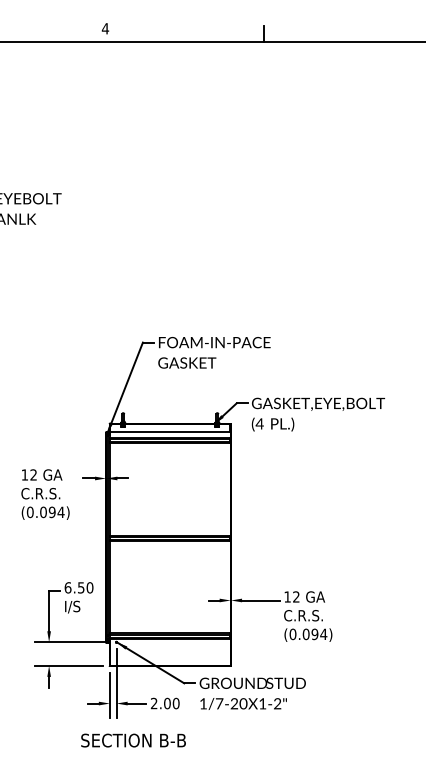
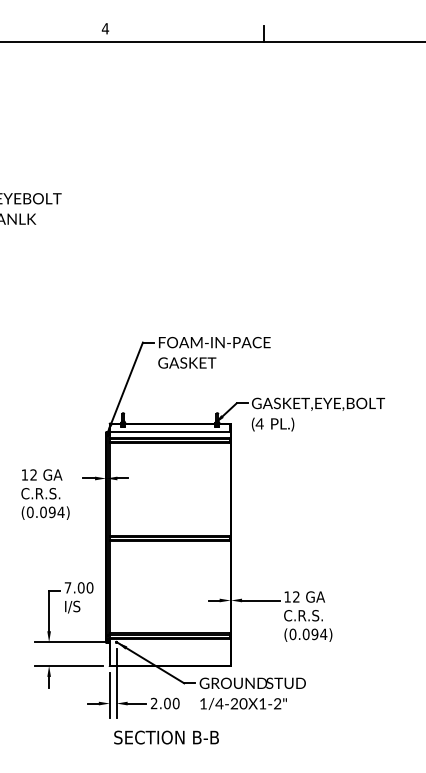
text at (74, 587): 6.50 -> 7.00
text at (219, 703): 1/7-20X1-2" -> 1/4-20X1-2"
text at (133, 740) position: (133, 740) -> (166, 737)
